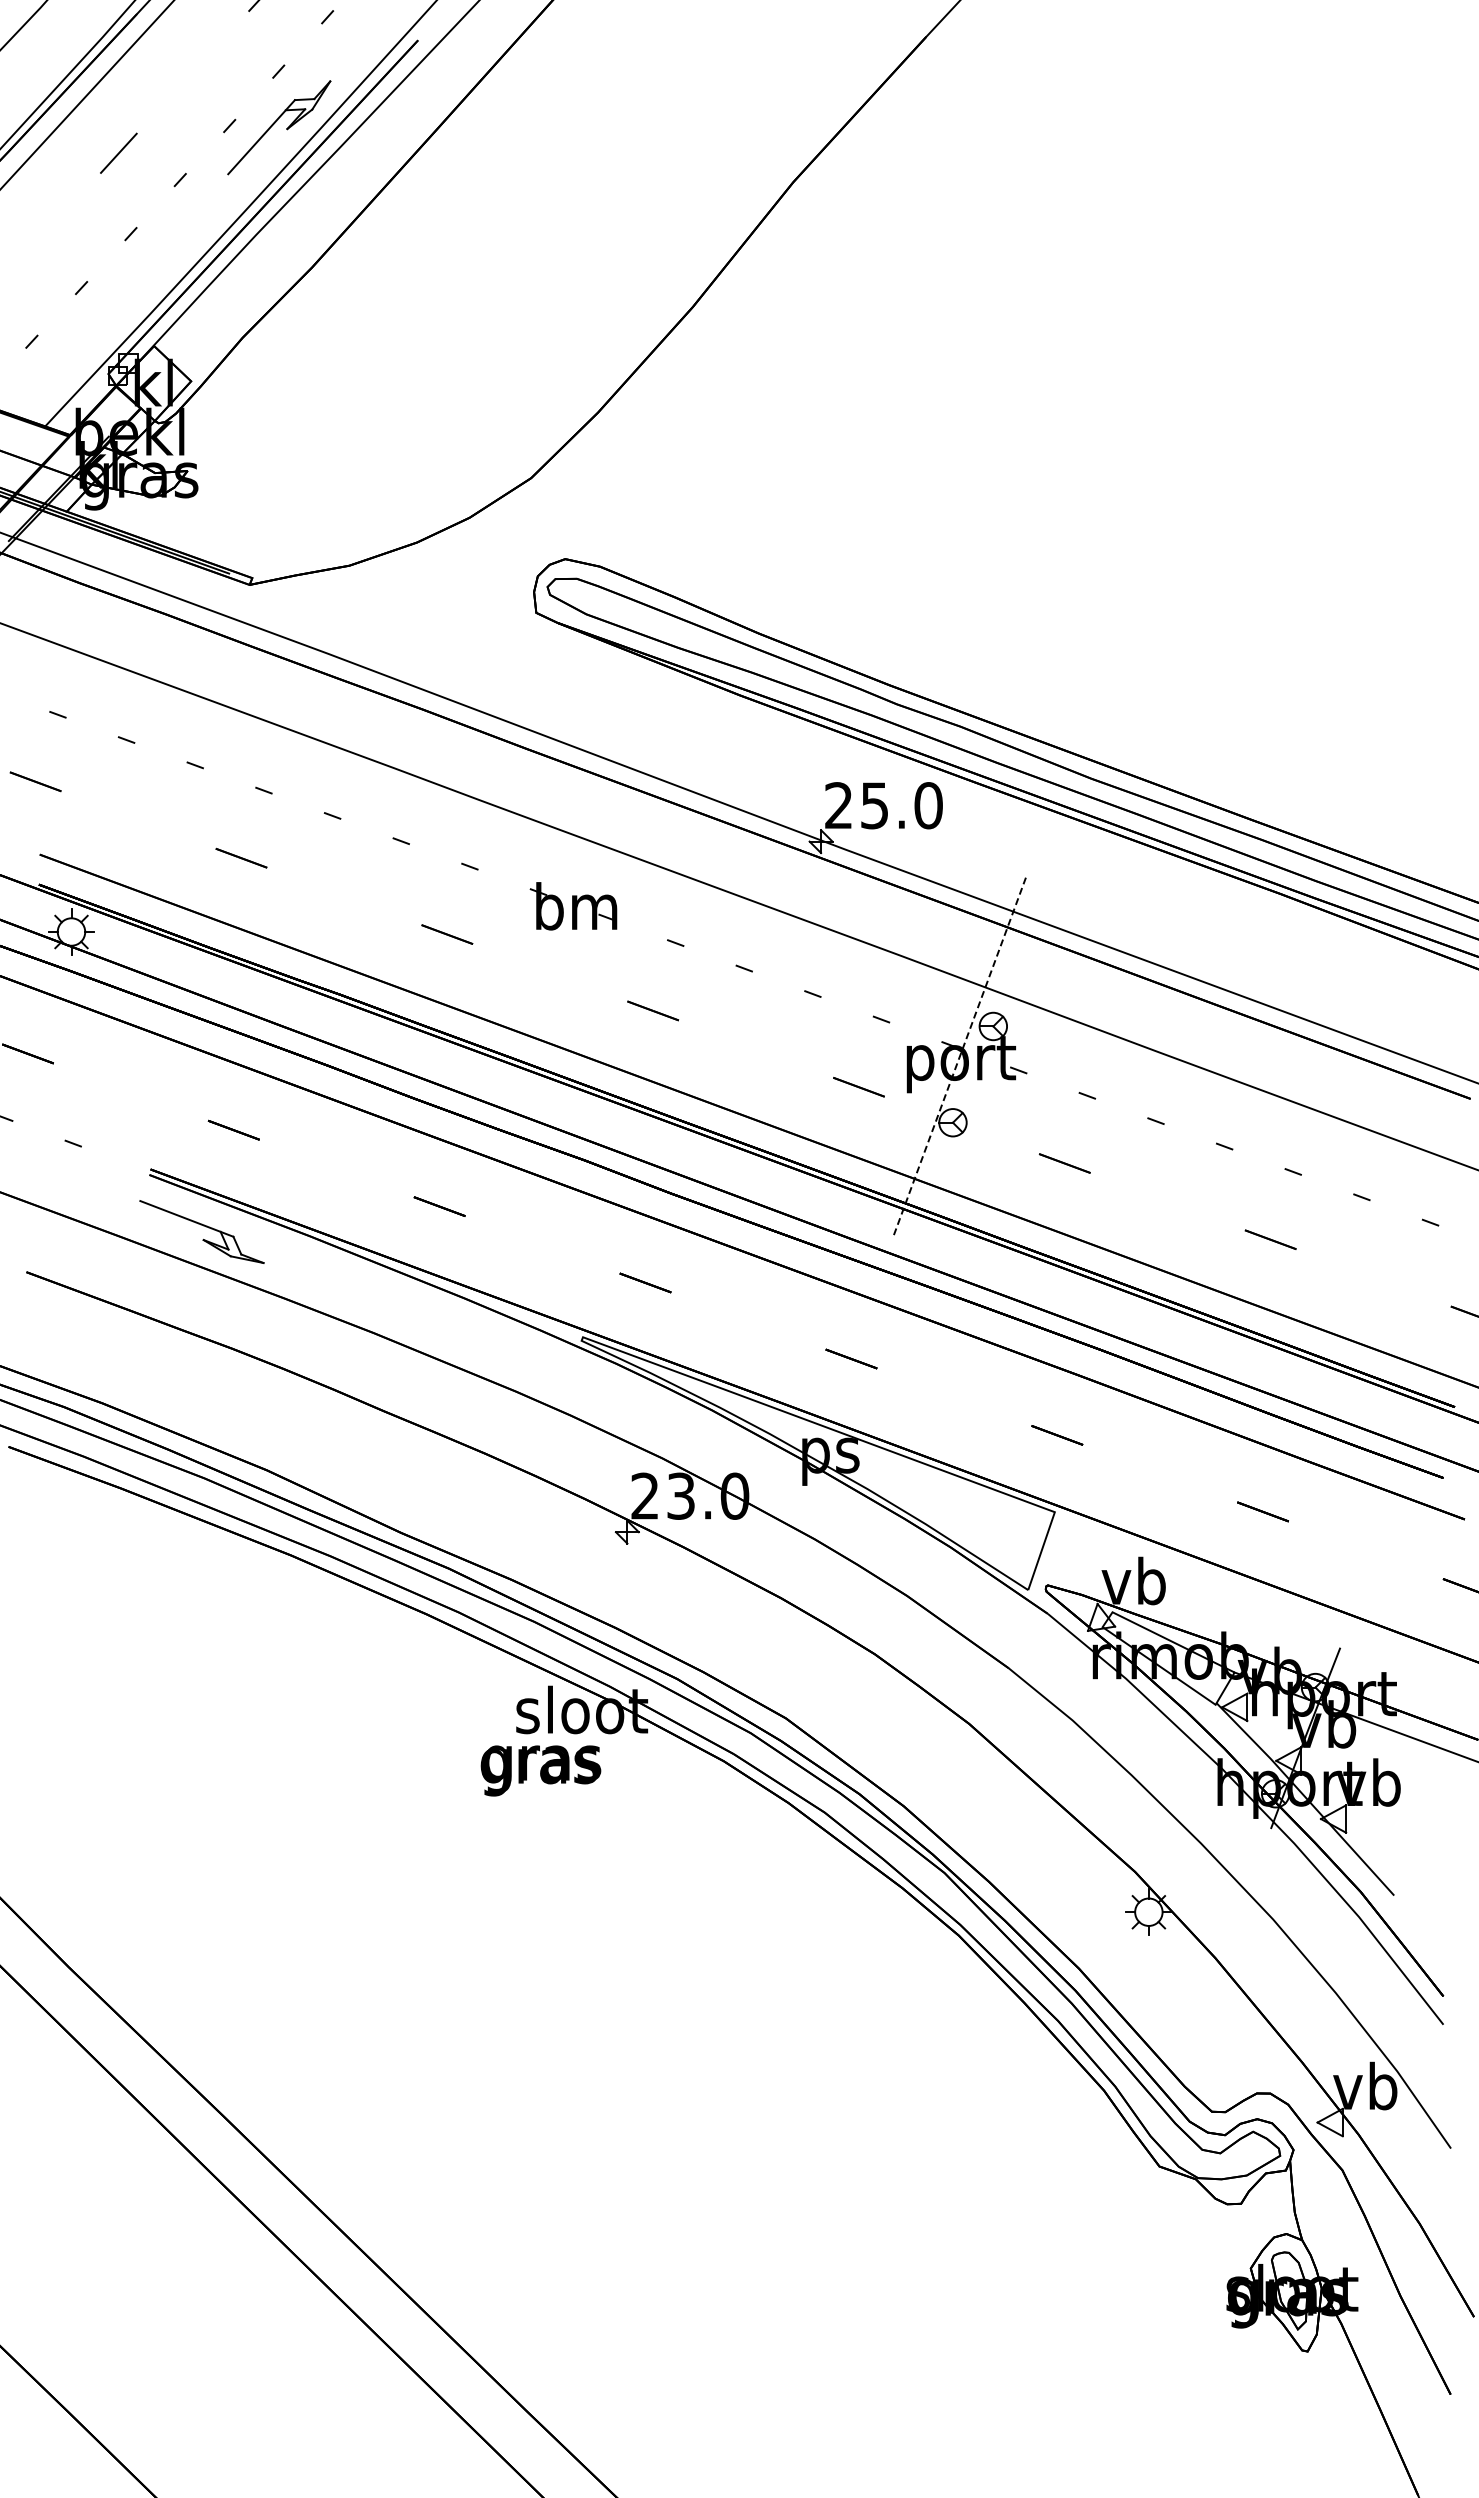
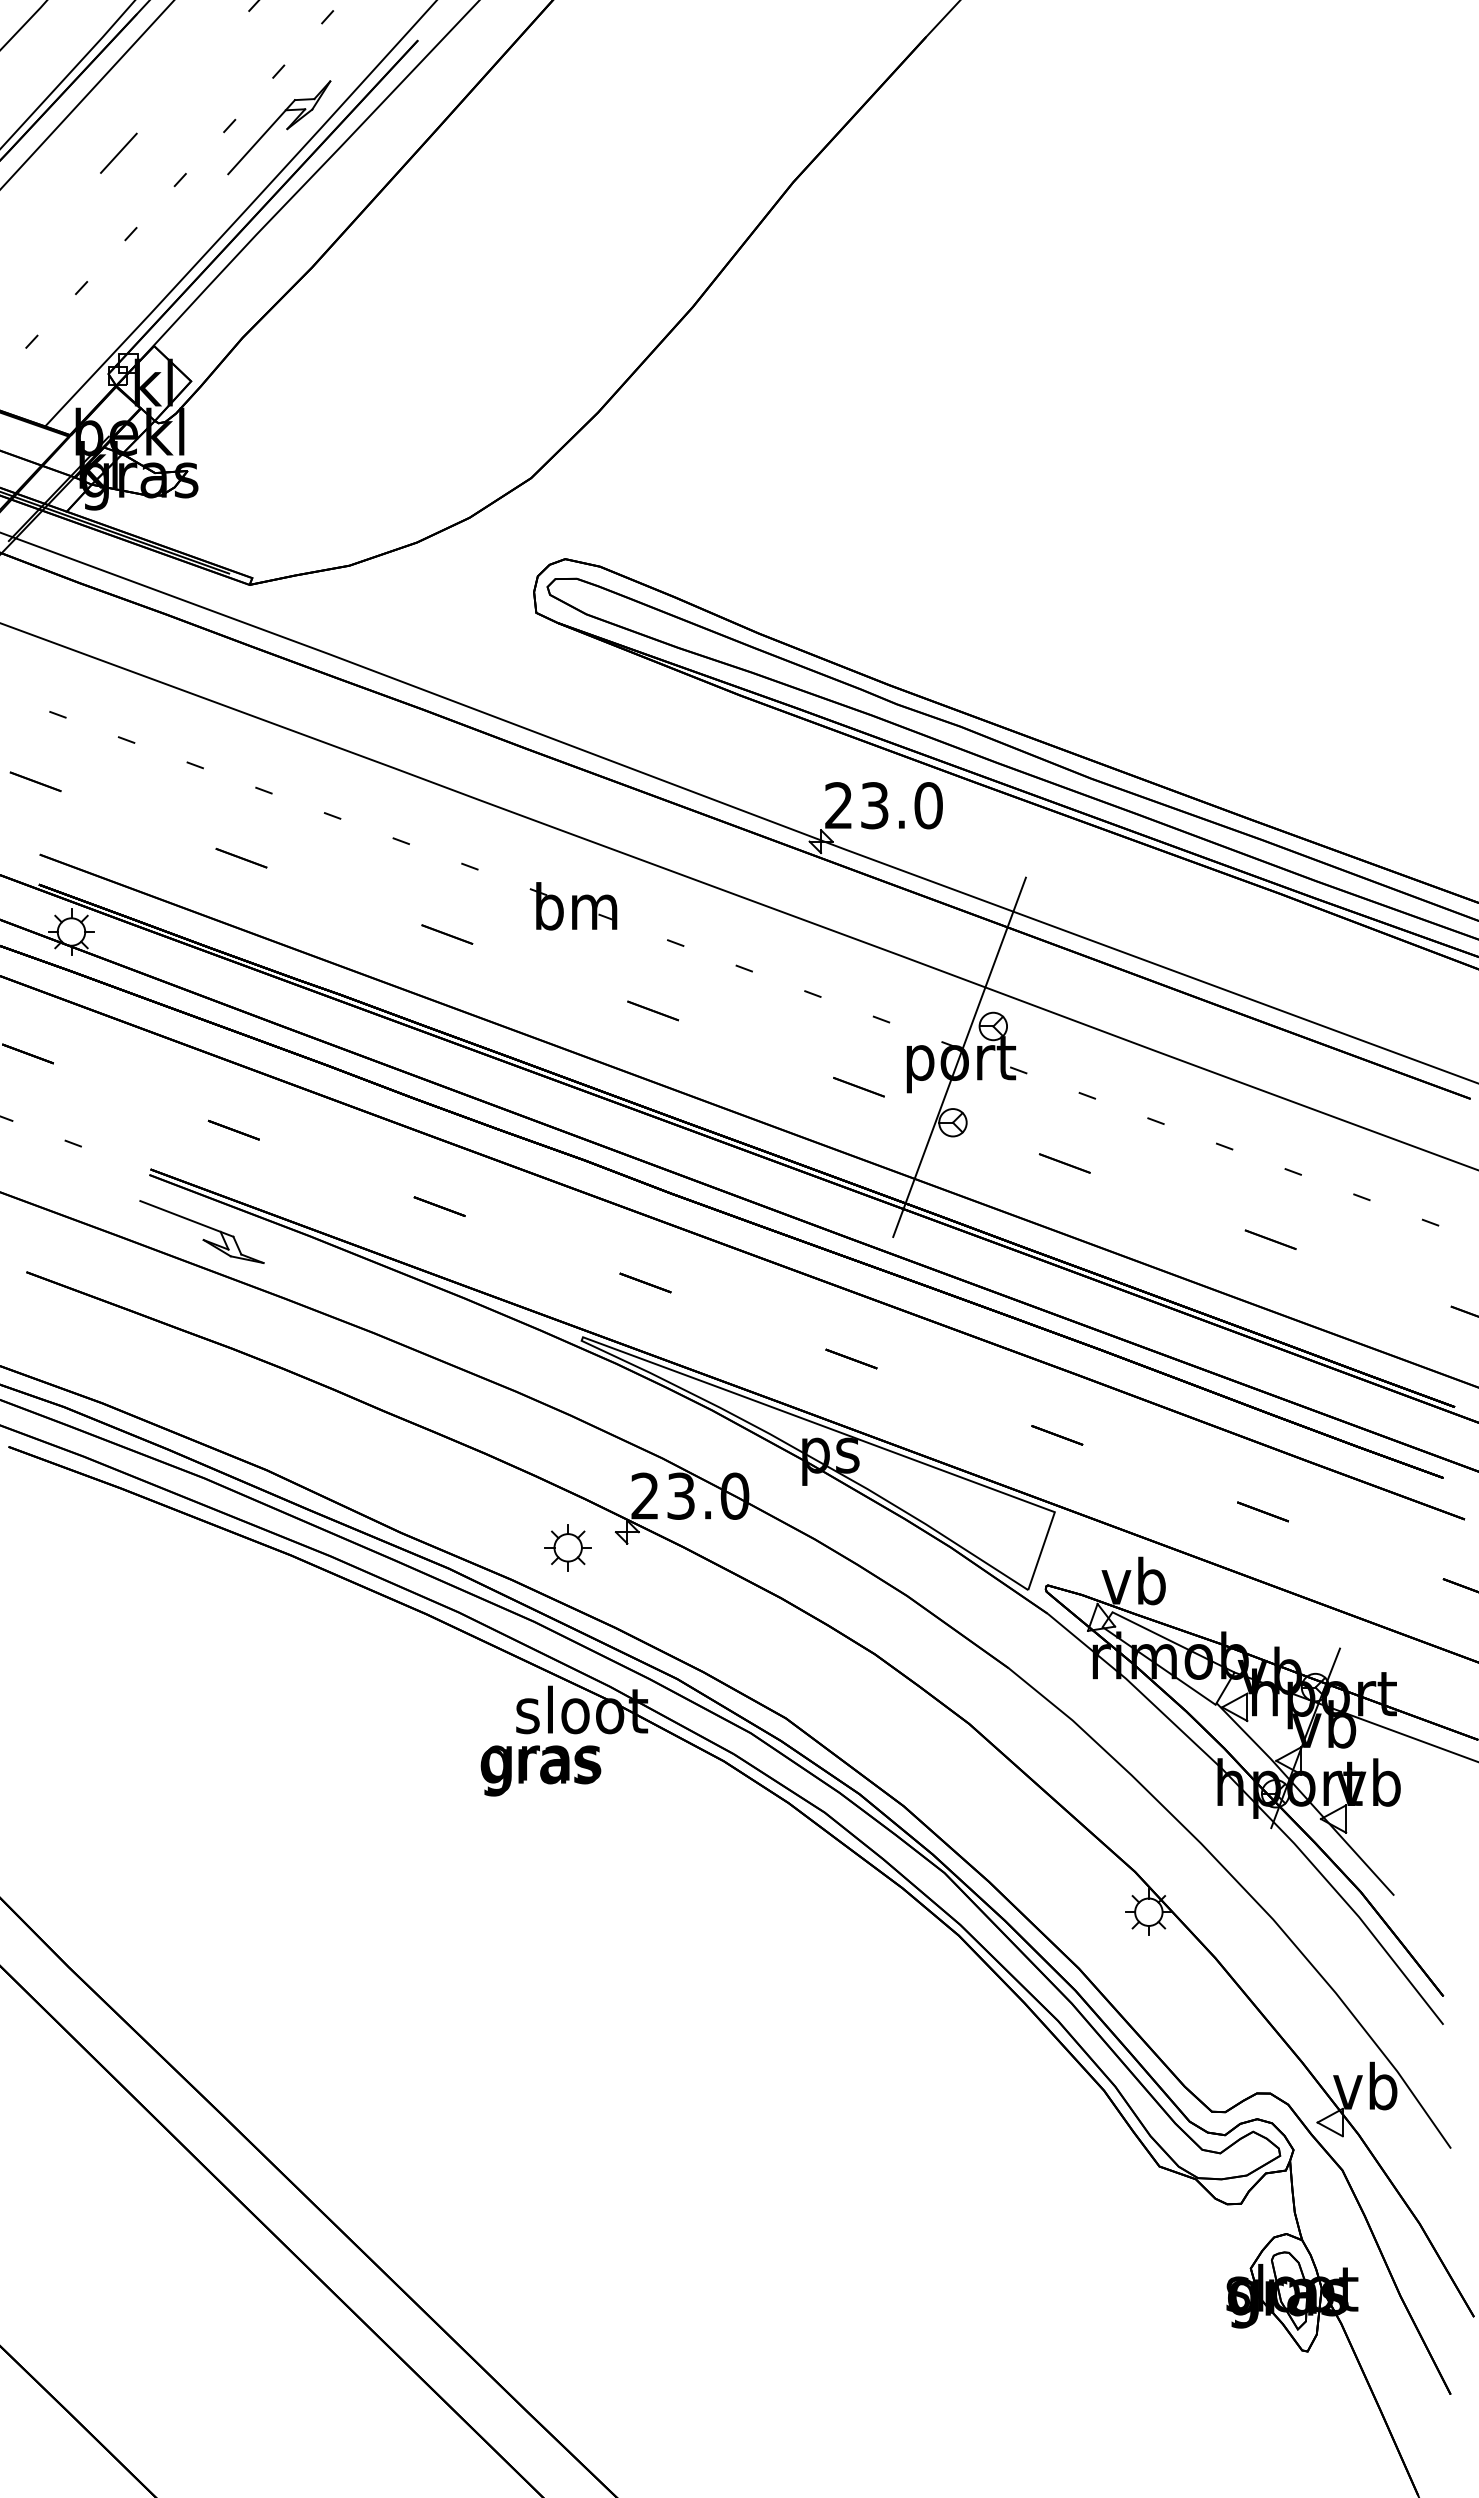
text at (874, 805): 25.0 -> 23.0
line at (959, 1057): dashed -> solid
part at (567, 1547): none -> present
